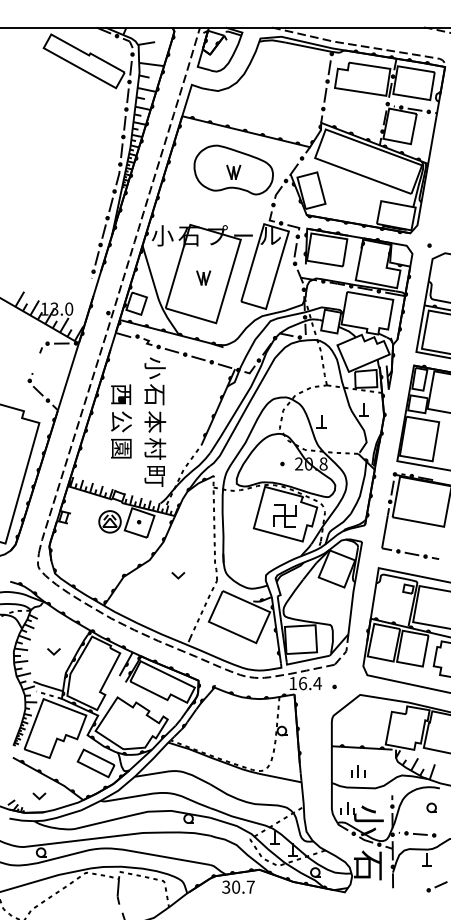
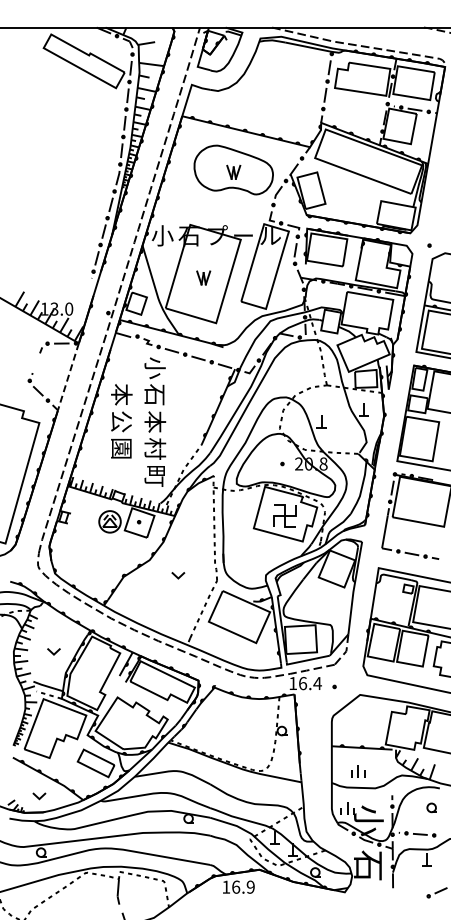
line at (68, 377): solid -> dashed
text at (121, 394): 西 -> 本
text at (238, 886): 30.7 -> 16.9
part at (436, 886) position: (436, 886) -> (436, 892)
